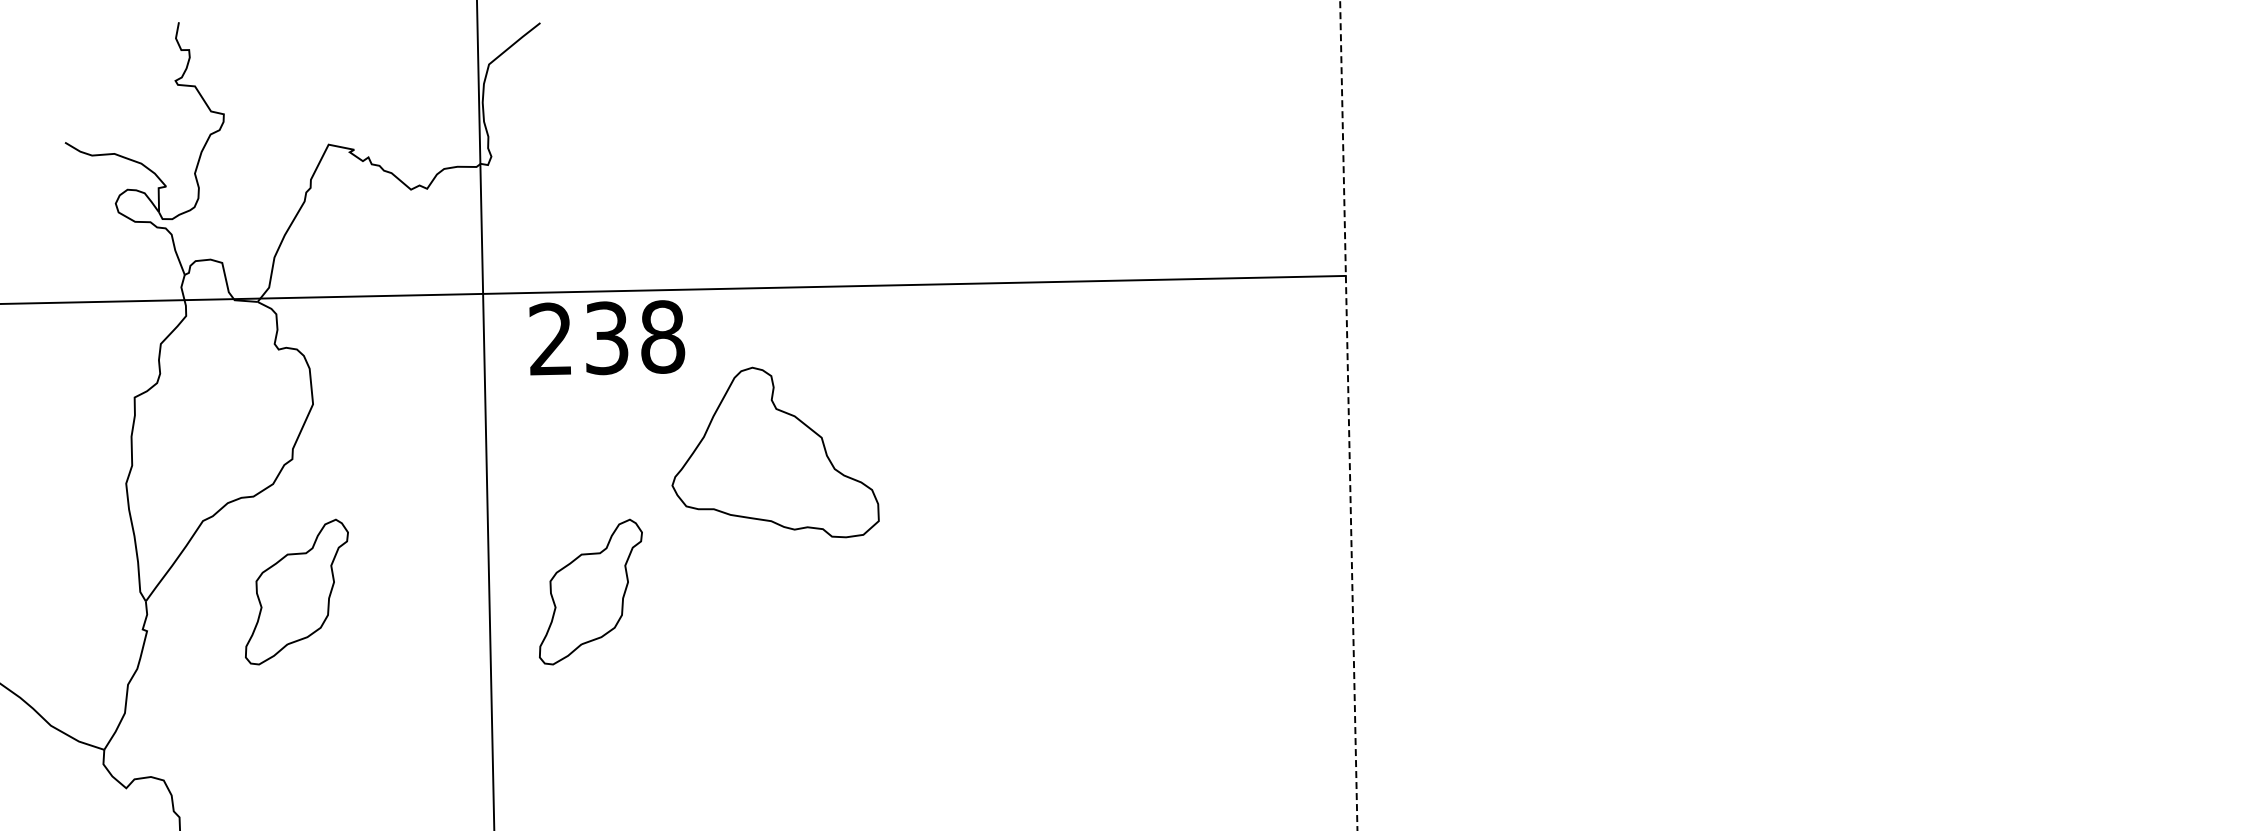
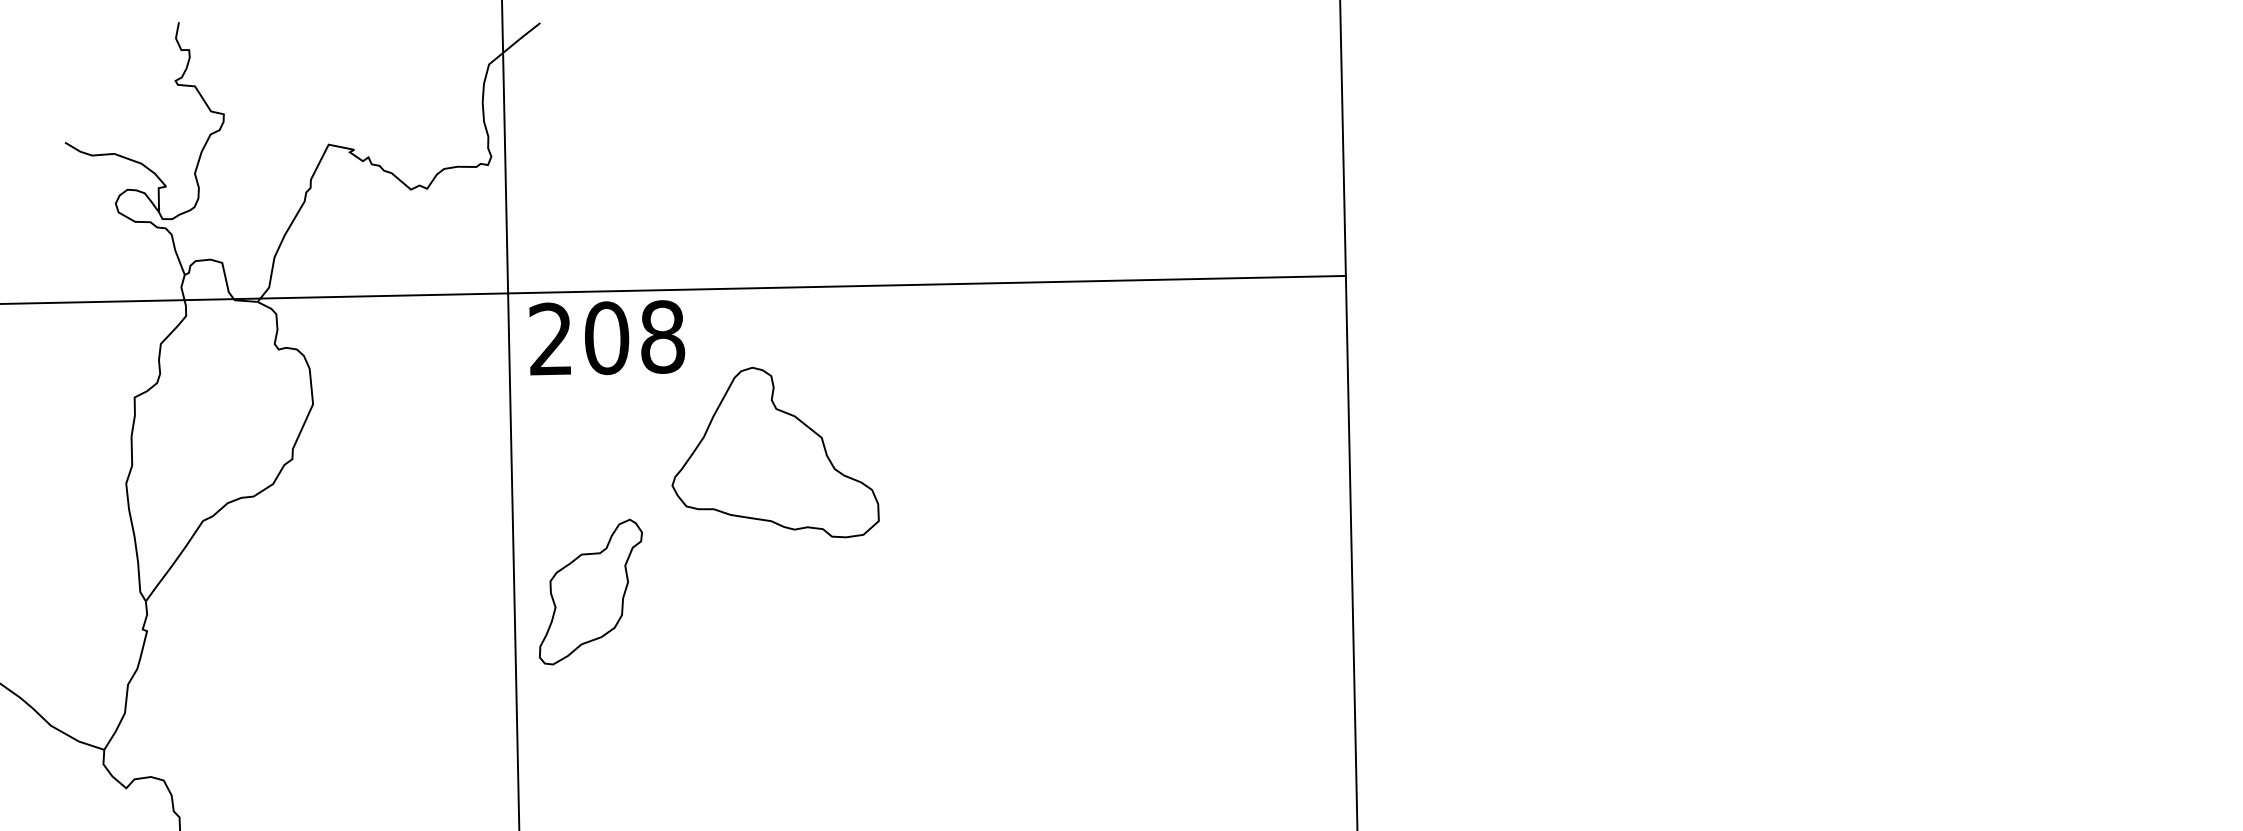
text at (607, 338): 238 -> 208
line at (485, 414) position: (485, 414) -> (510, 414)
line at (1348, 415): dashed -> solid
part at (296, 591): present -> none
